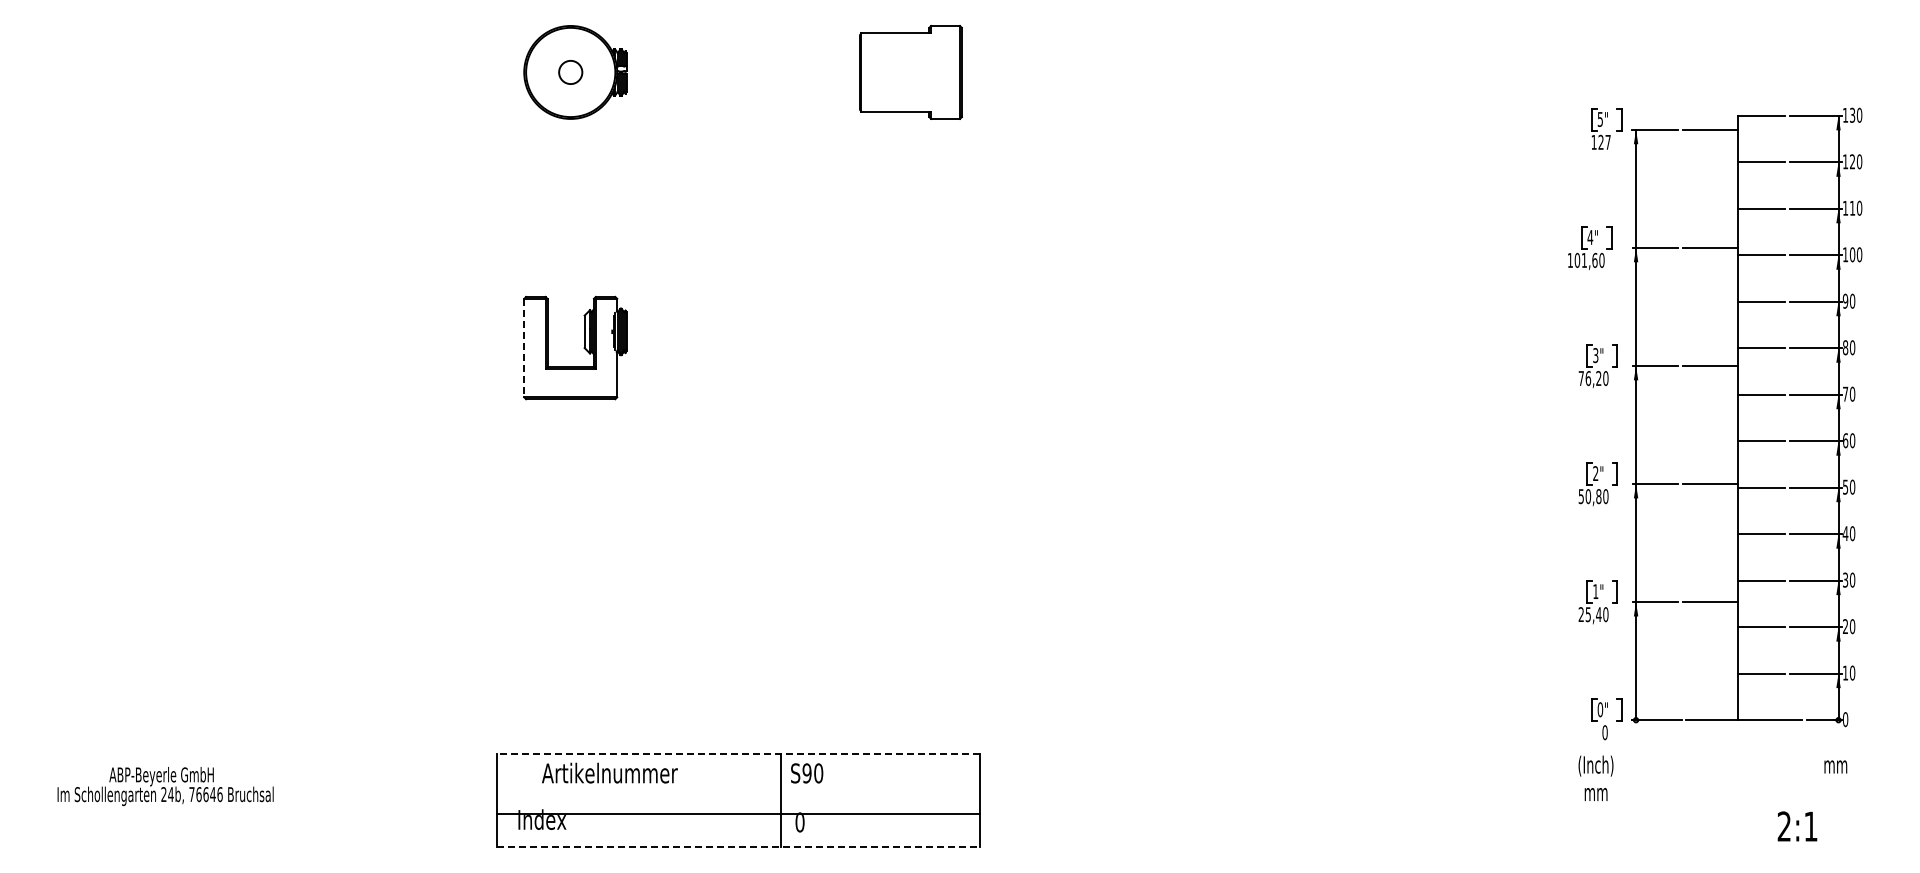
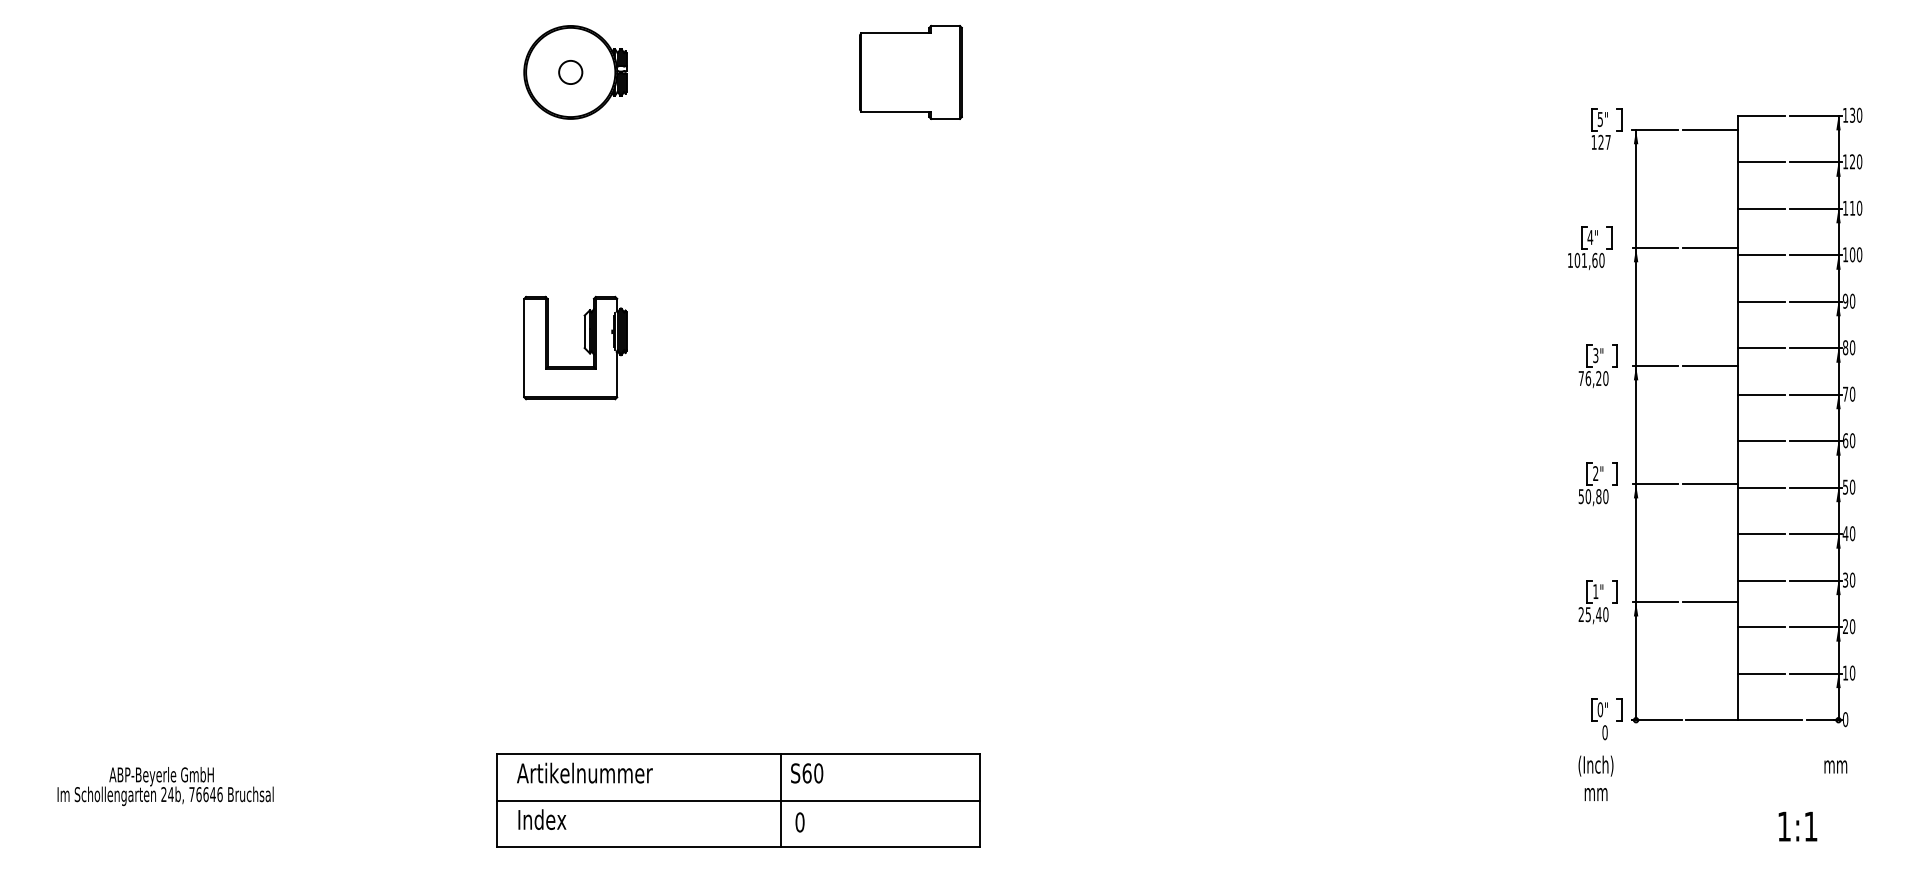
line at (524, 348): dashed -> solid
line at (738, 754): dashed -> solid
text at (609, 772) position: (609, 772) -> (584, 772)
text at (806, 773): S90 -> S60
line at (738, 813) position: (738, 813) -> (738, 800)
text at (1783, 826): 2:1 -> 1:1
line at (739, 847): dashed -> solid
